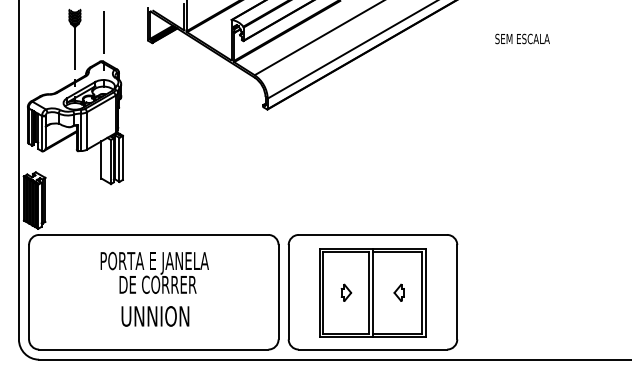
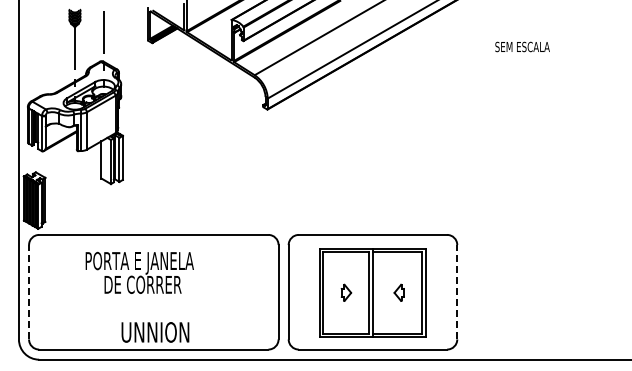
text at (522, 38) position: (522, 38) -> (522, 46)
text at (154, 272) position: (154, 272) -> (139, 272)
line at (29, 291): solid -> dashed
line at (457, 291): solid -> dashed
text at (155, 316) position: (155, 316) -> (155, 332)
